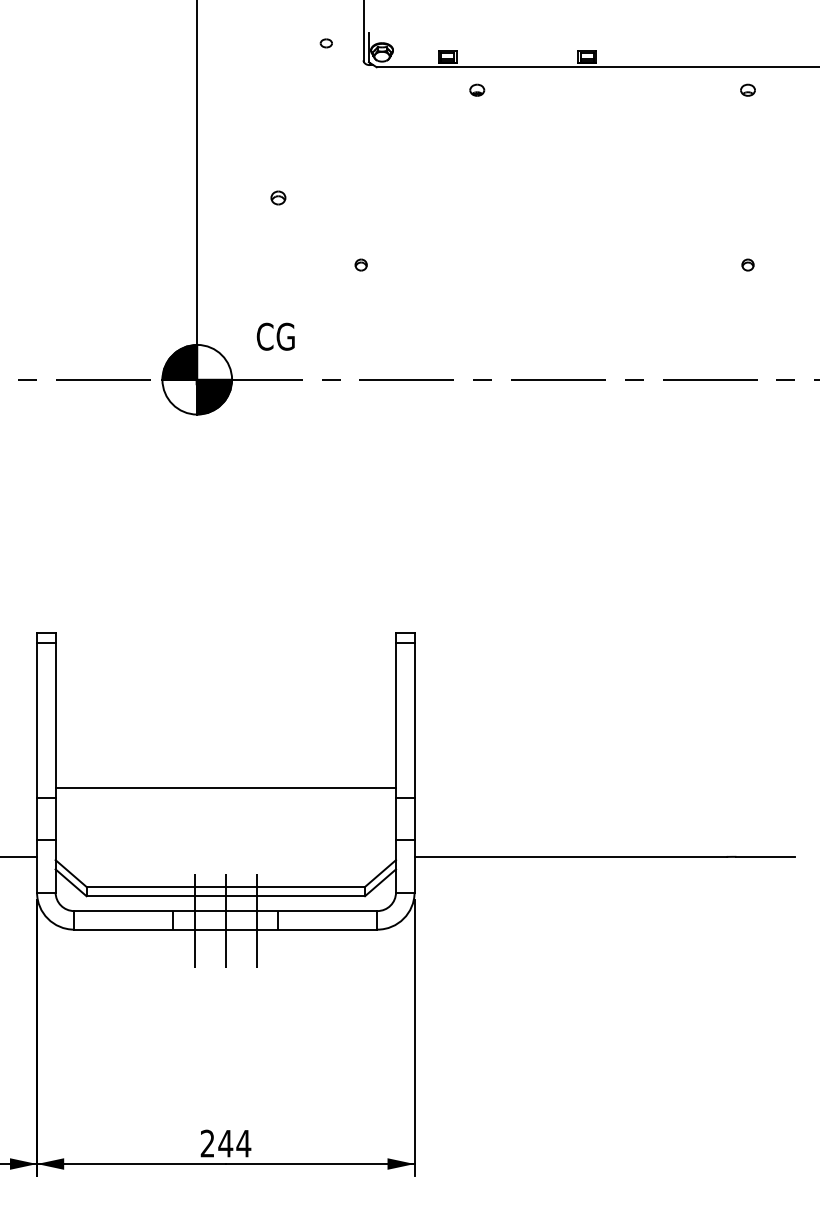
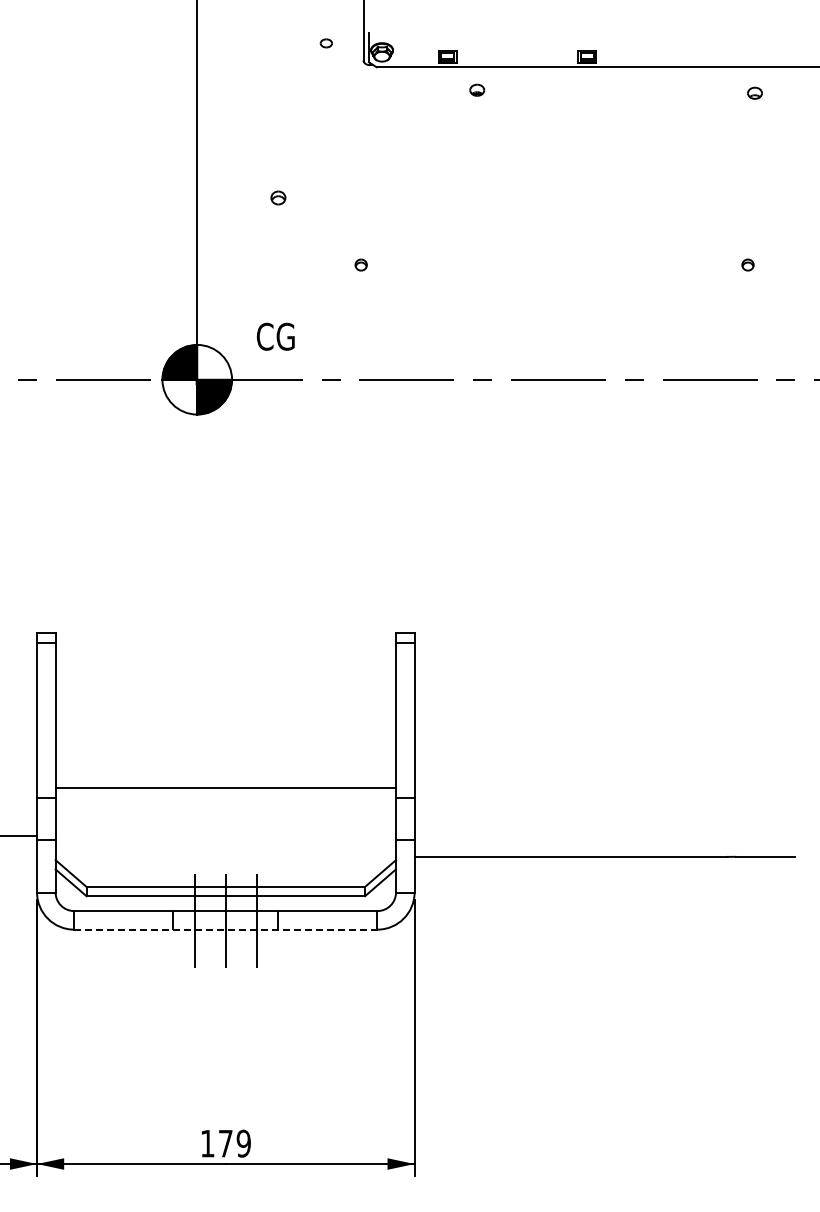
part at (747, 89) position: (747, 89) -> (754, 92)
line at (19, 856) position: (19, 856) -> (19, 835)
line at (225, 929): solid -> dashed
text at (225, 1143): 244 -> 179
